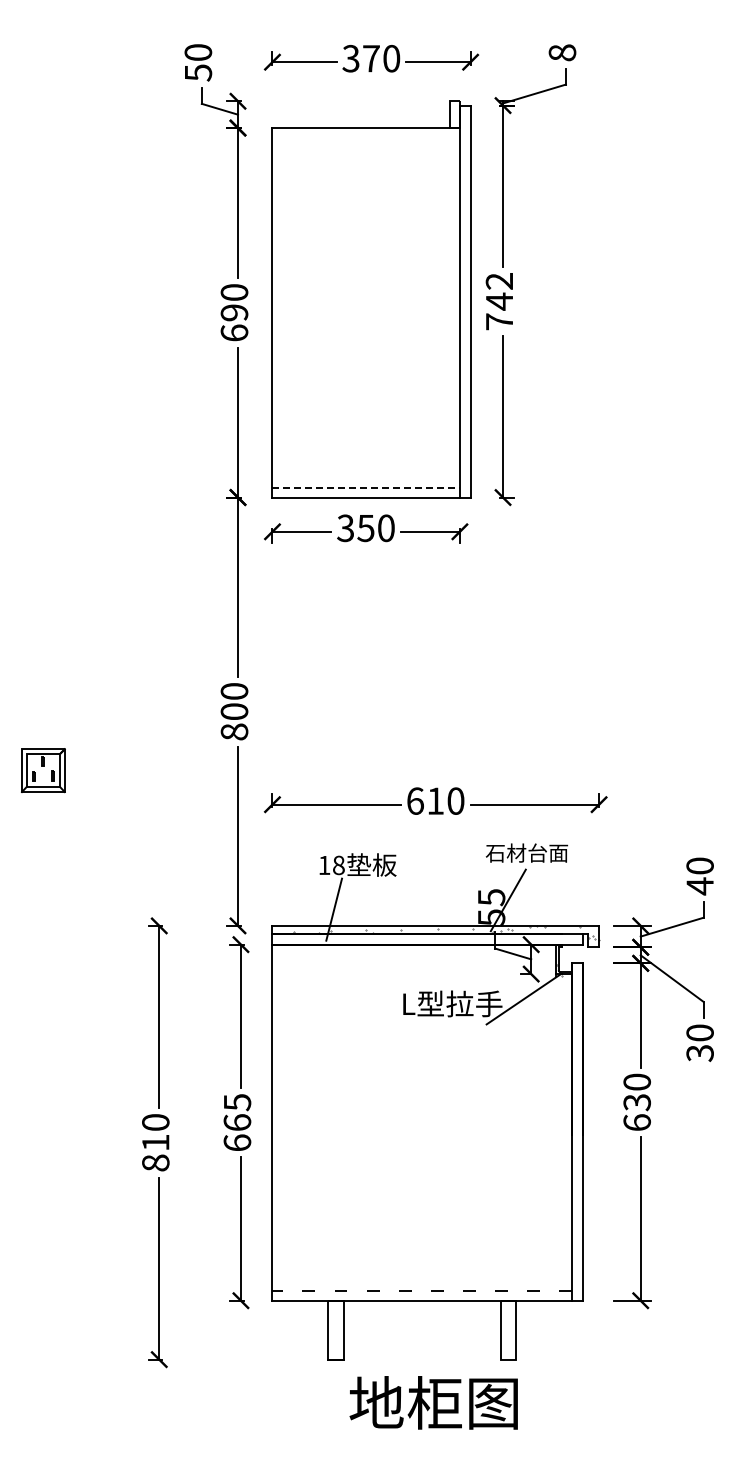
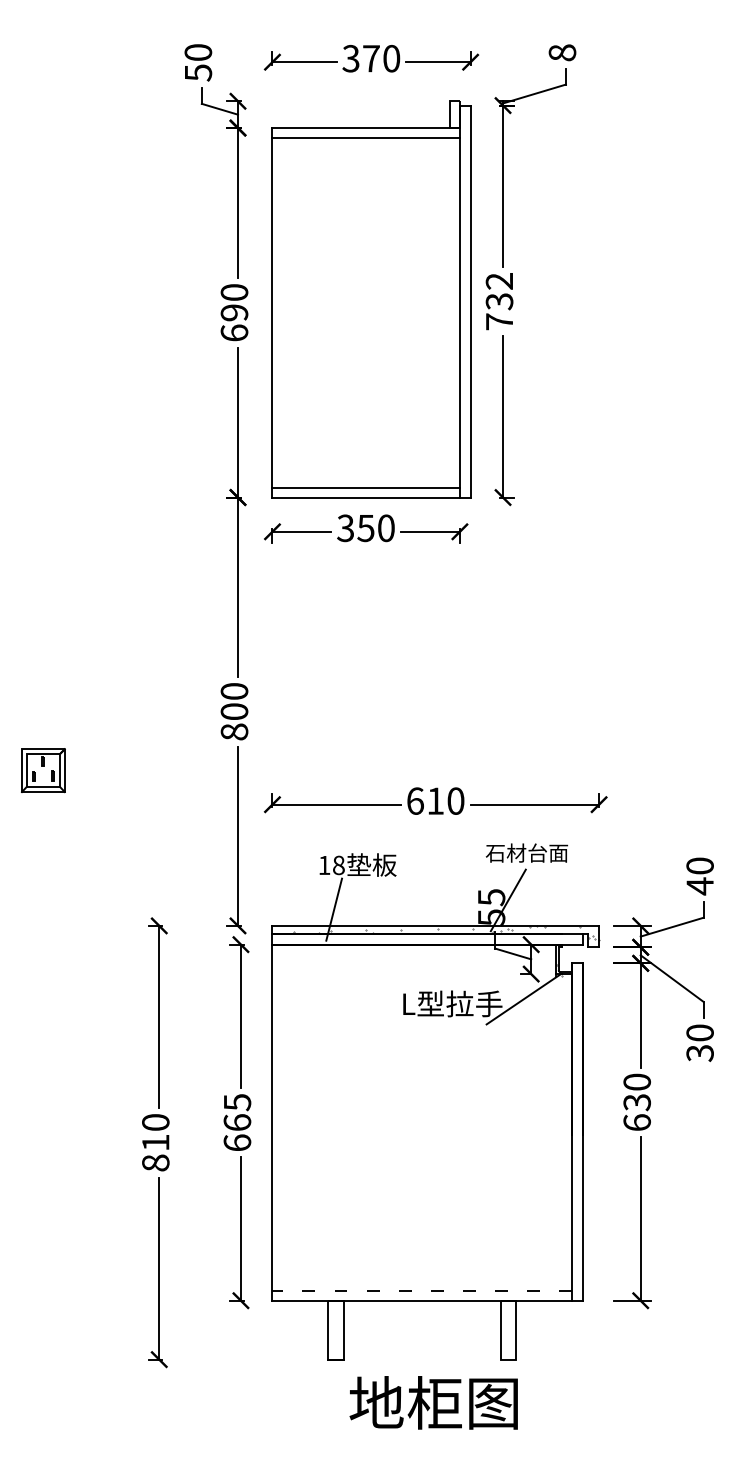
line at (365, 137): none -> present
text at (499, 301): 742 -> 732
line at (366, 487): dashed -> solid
